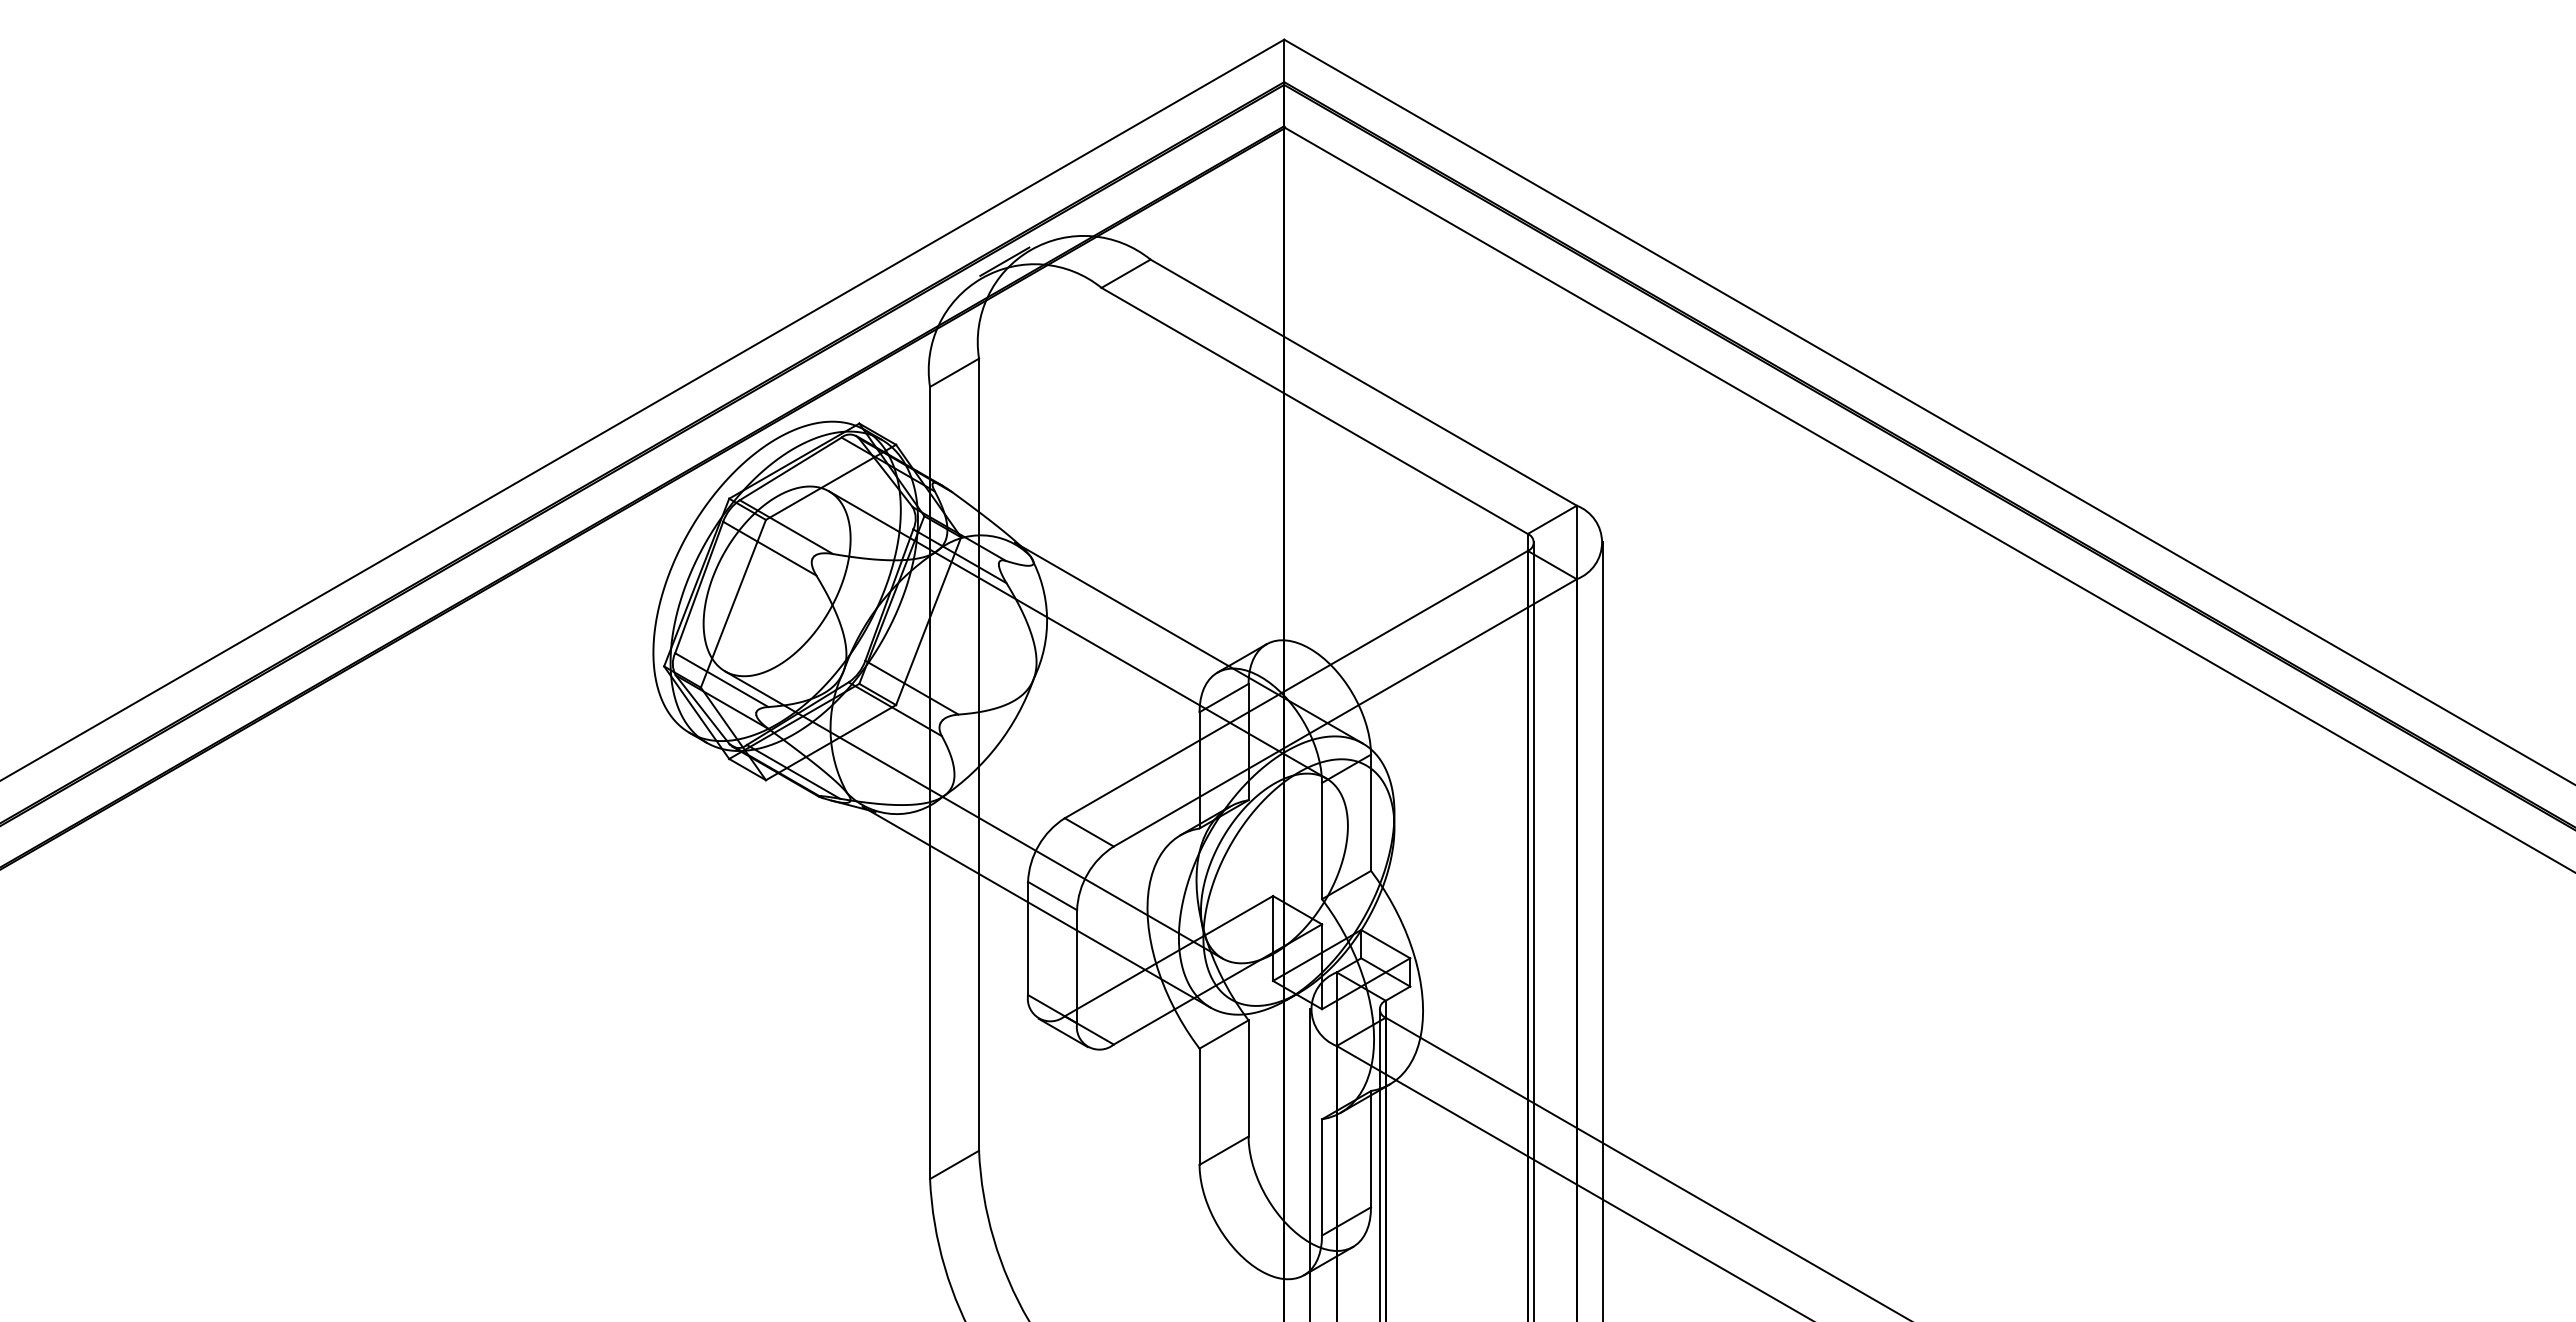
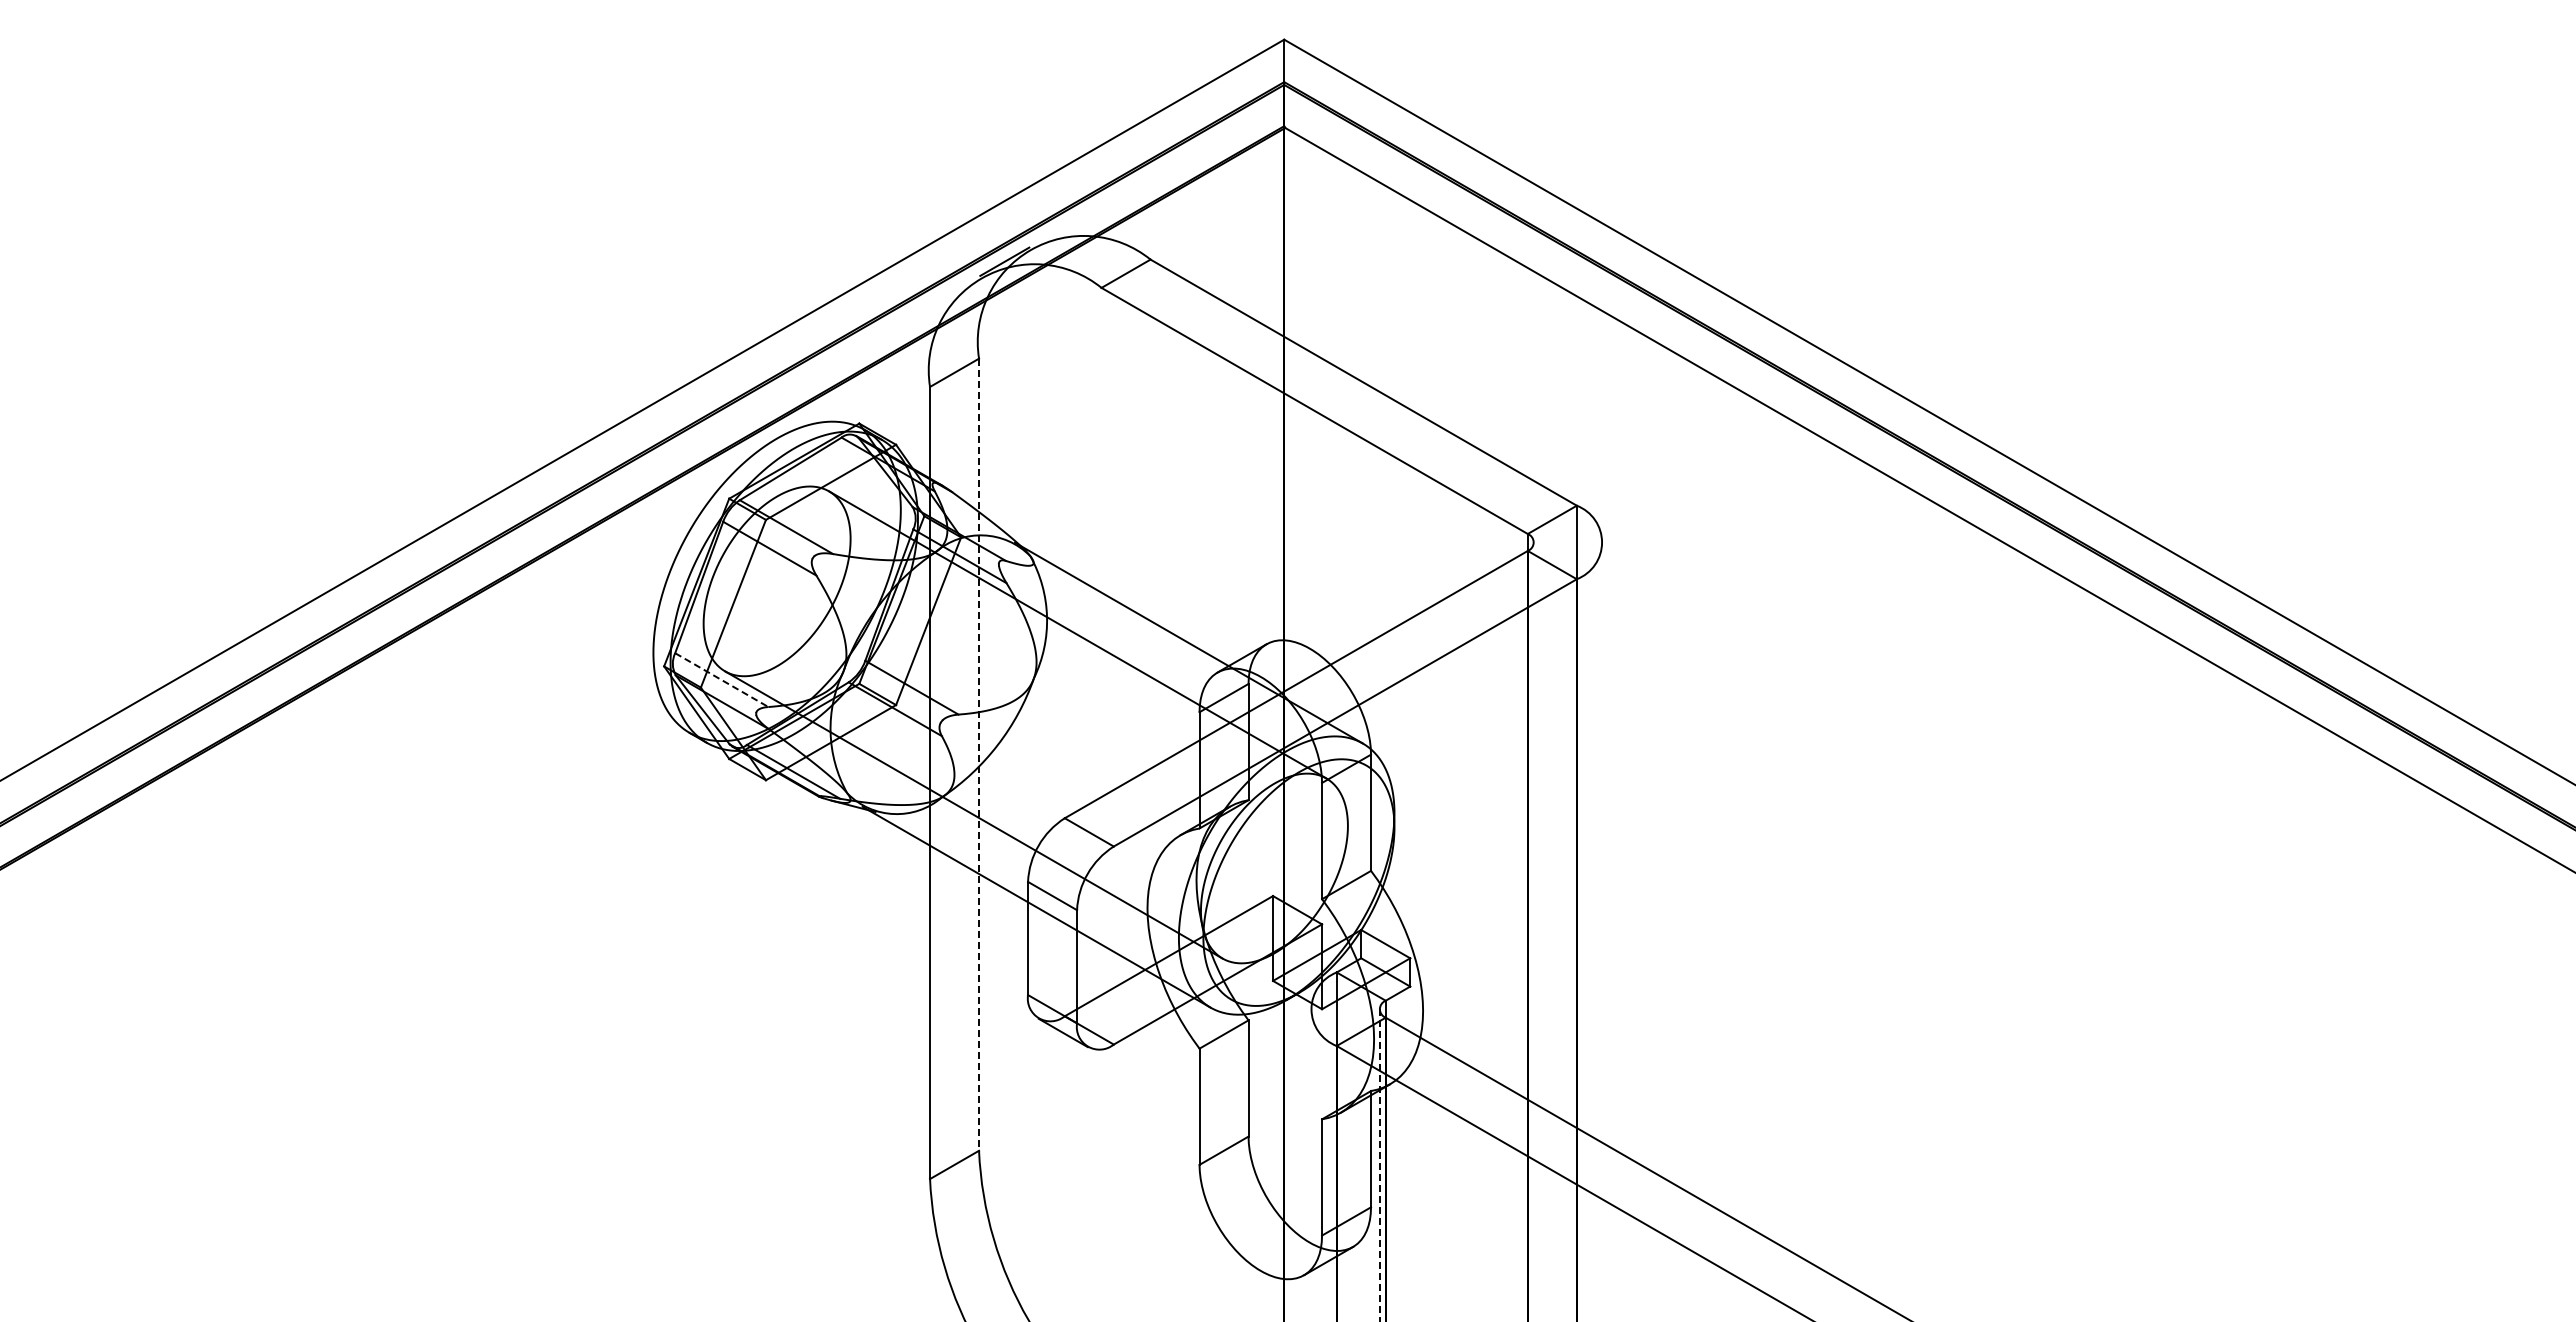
line at (721, 680): solid -> dashed
line at (979, 755): solid -> dashed
line at (1533, 930): present -> none
line at (1603, 930): present -> none
line at (1310, 1163): present -> none
line at (1379, 1165): solid -> dashed
